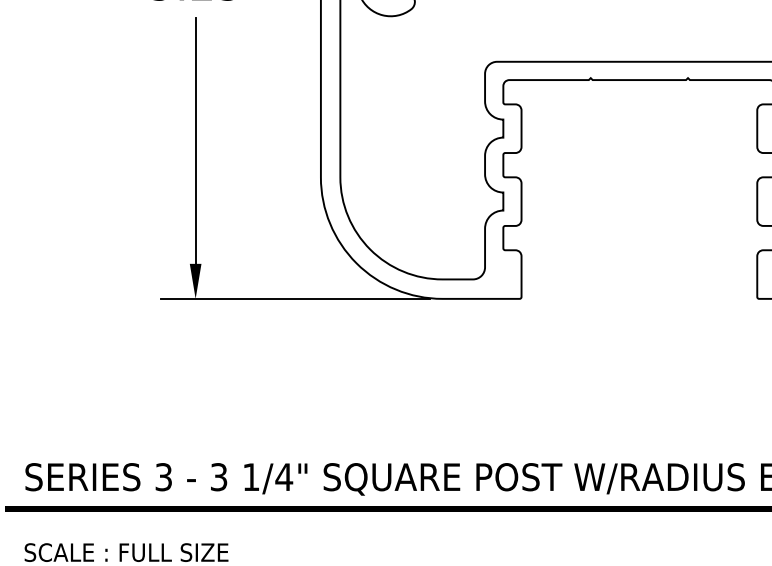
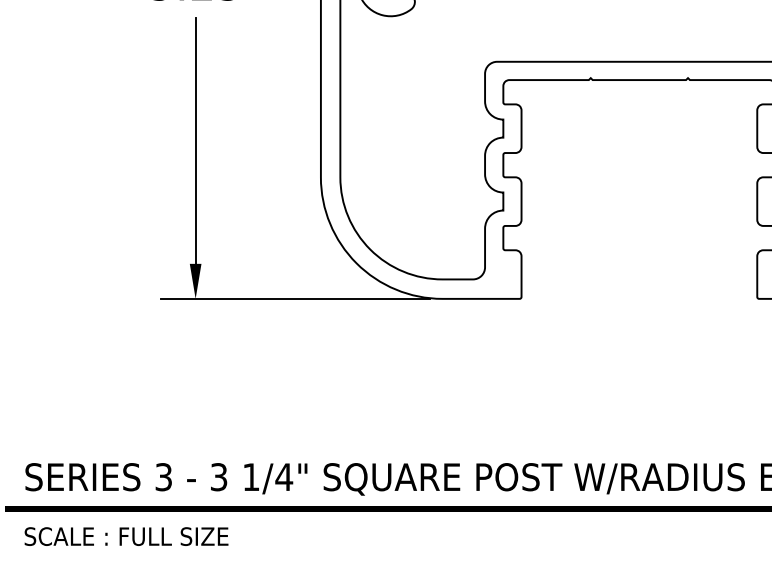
text at (126, 552) position: (126, 552) -> (126, 536)
